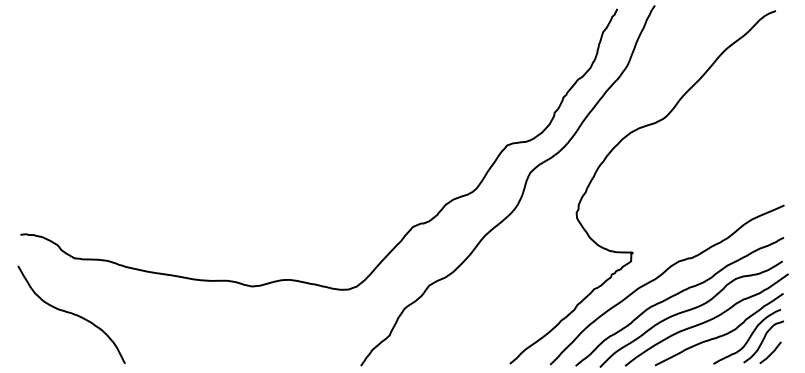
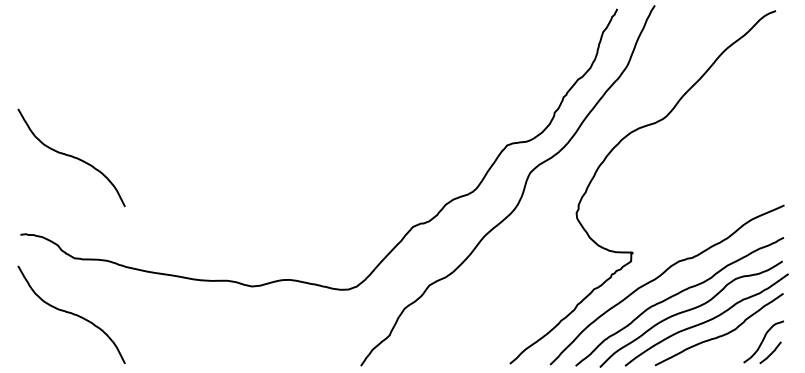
curve at (71, 157): none -> present
curve at (748, 337): present -> none
